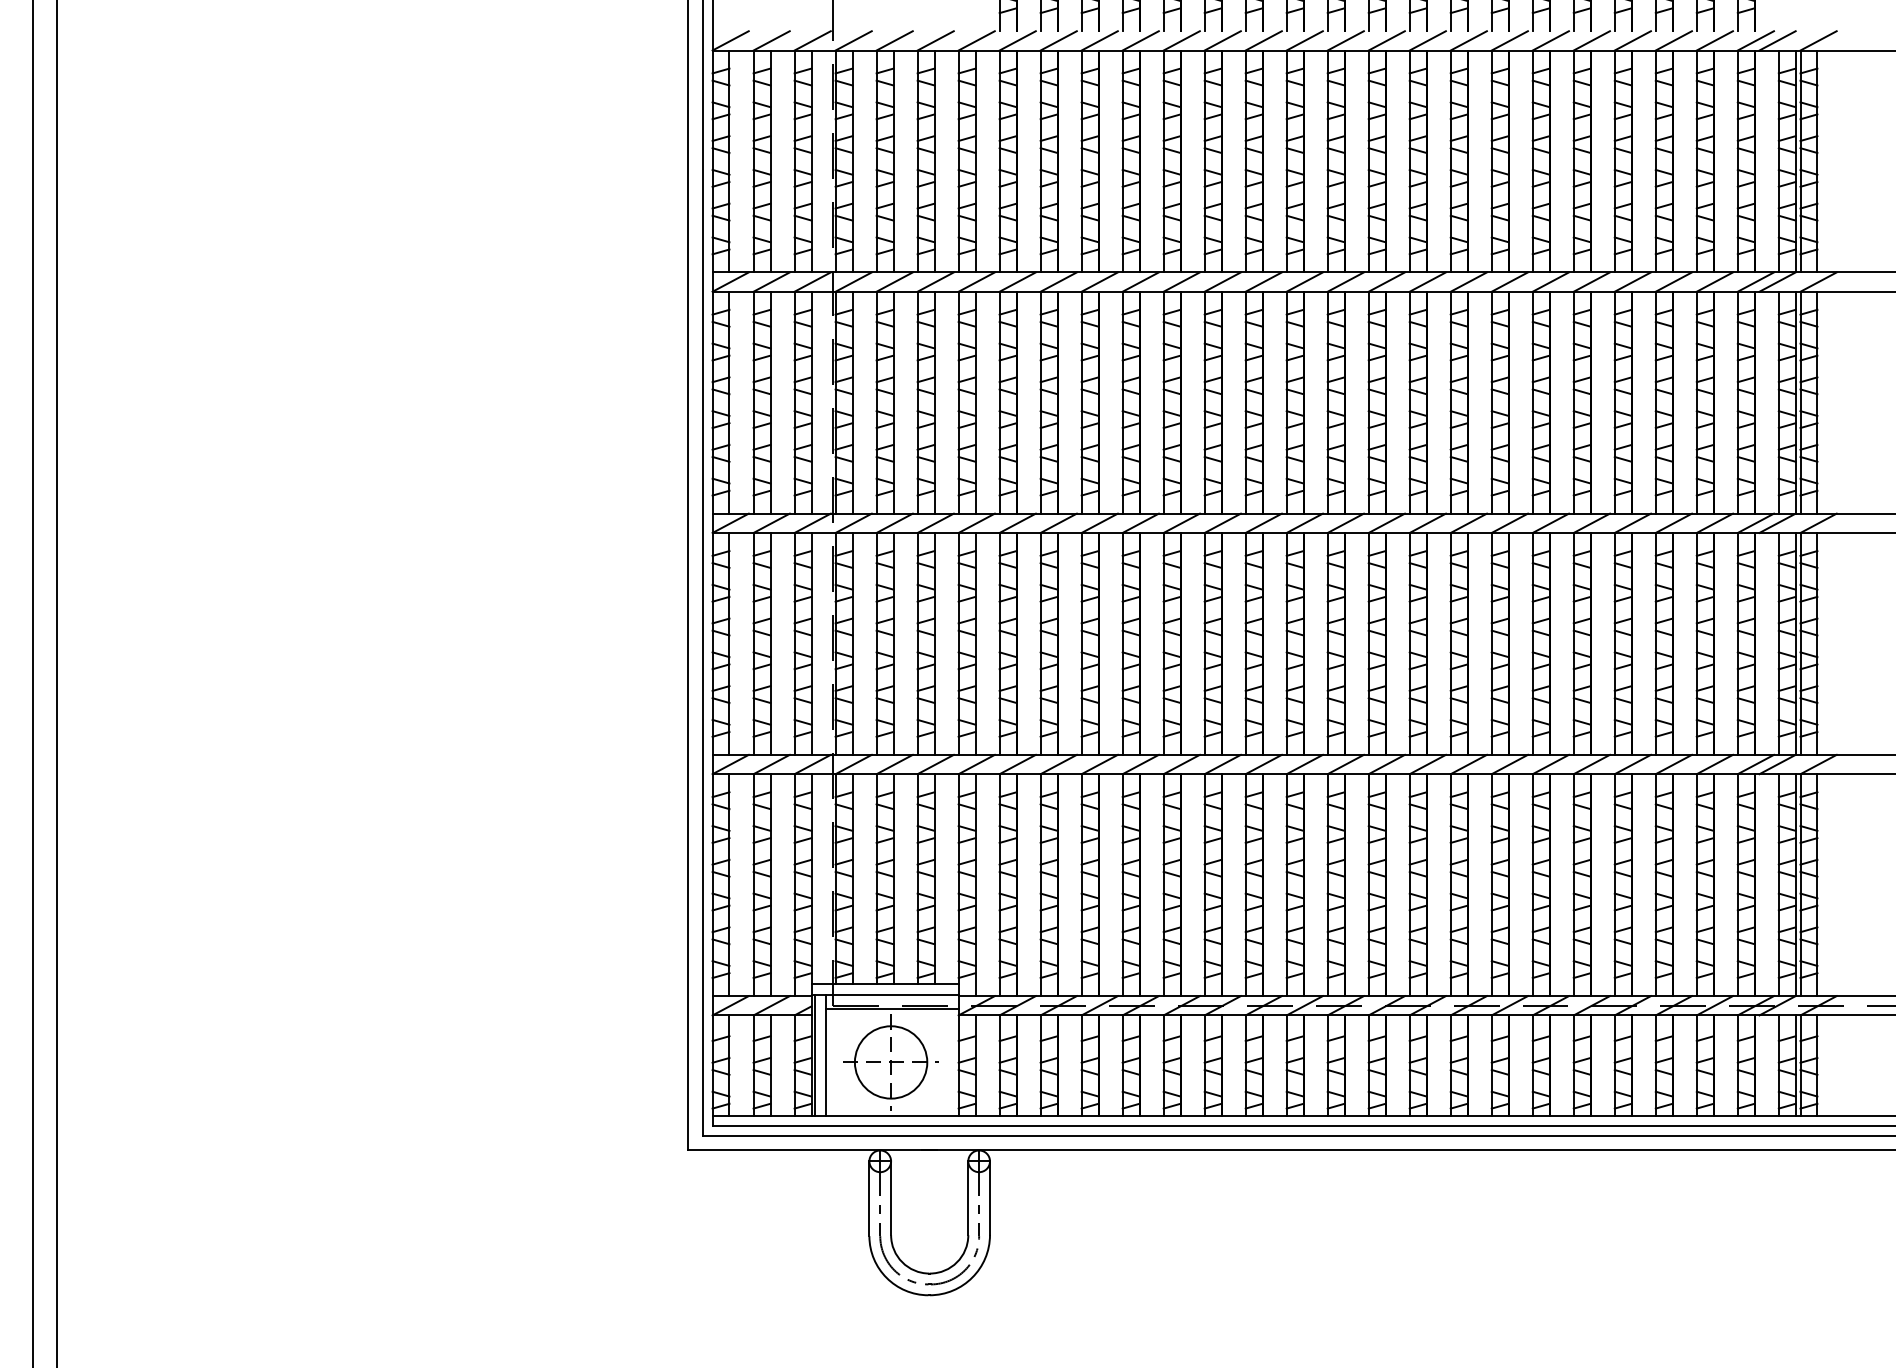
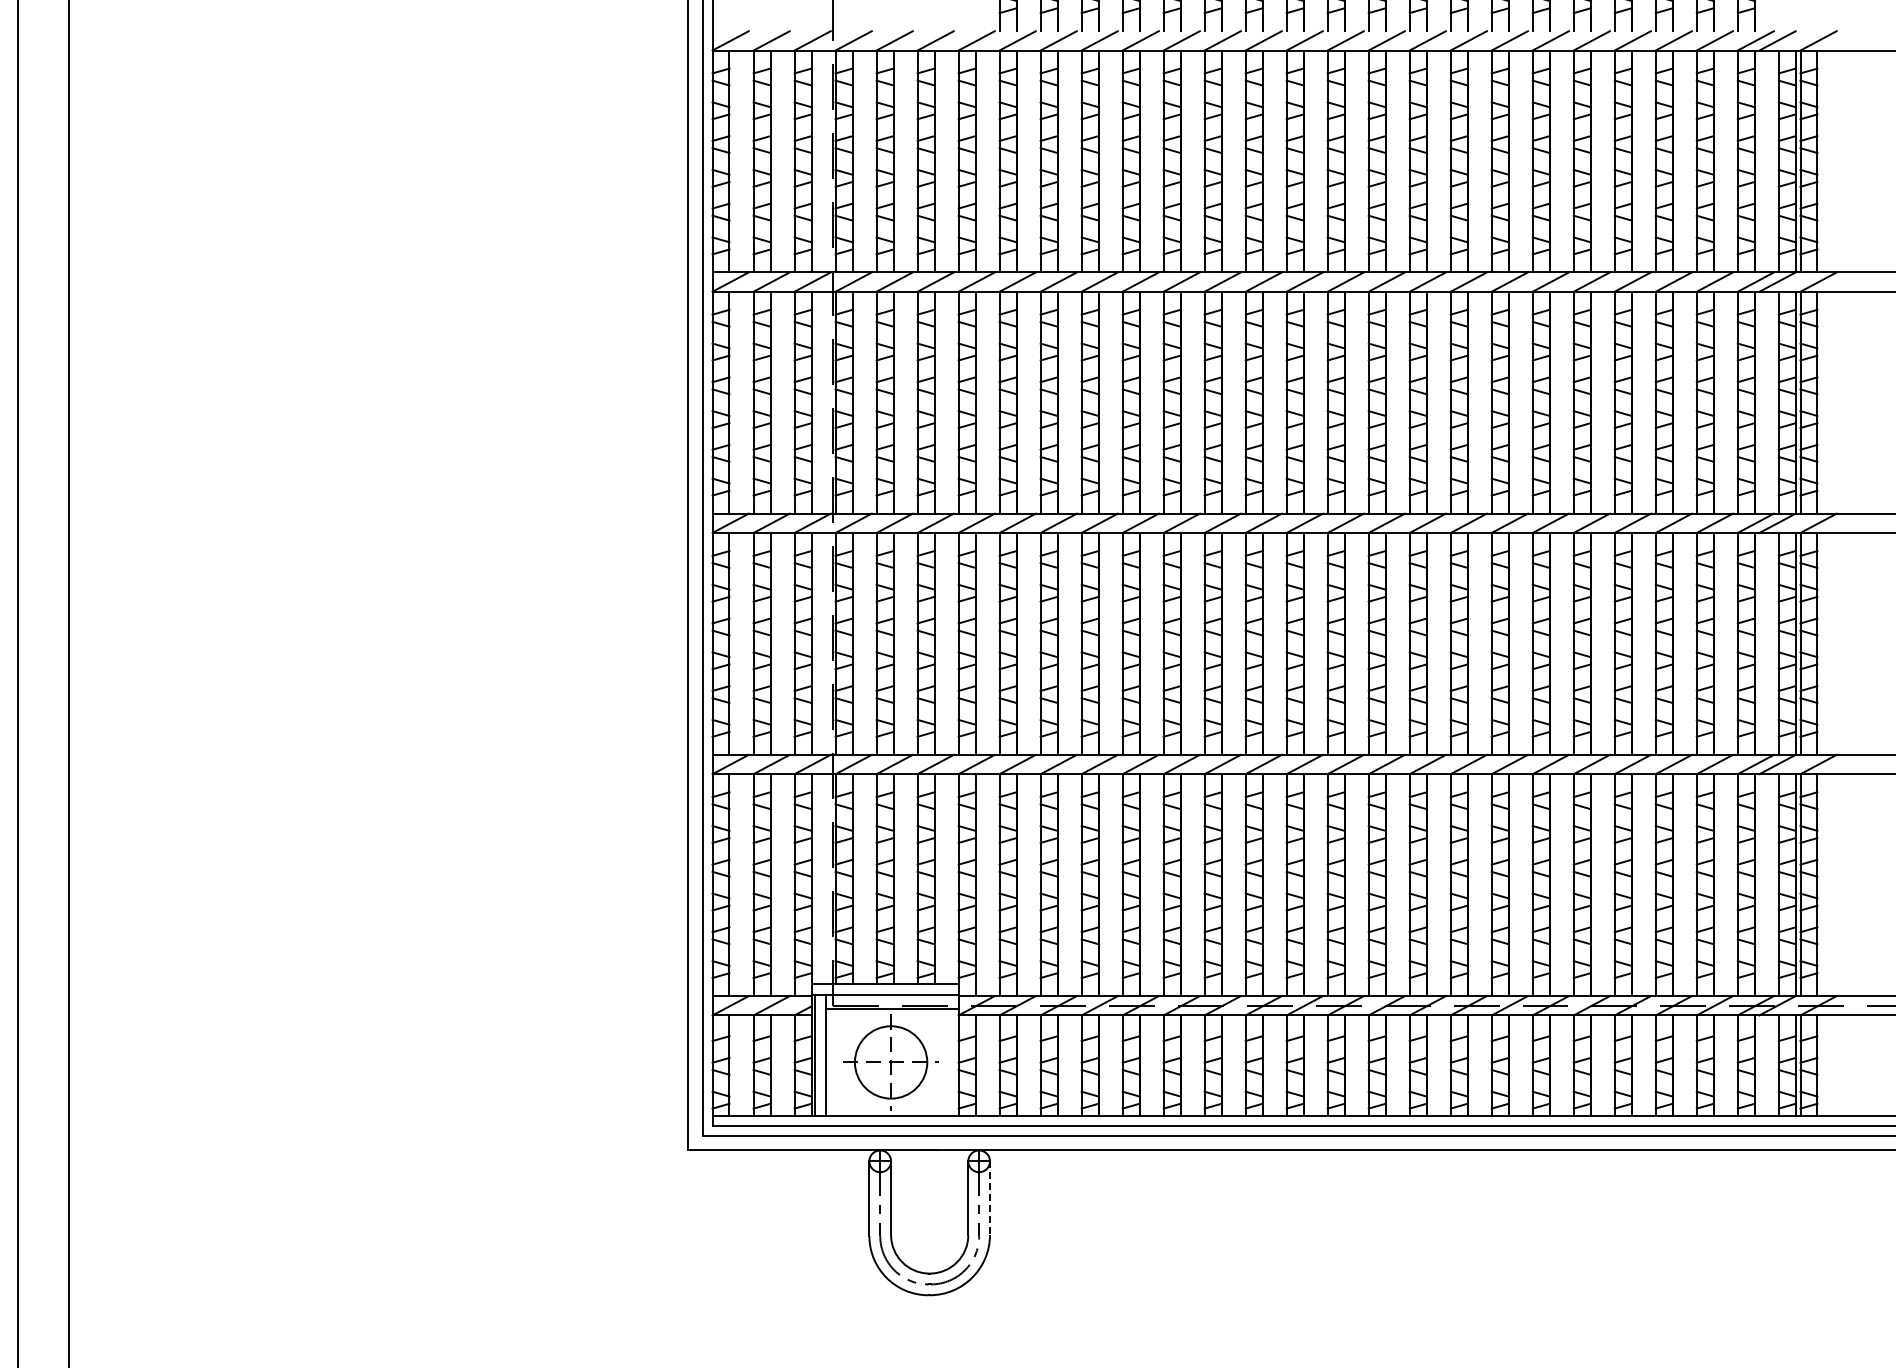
line at (32, 683) position: (32, 683) -> (17, 683)
line at (56, 683) position: (56, 683) -> (68, 683)
line at (990, 1198): solid -> dashed
